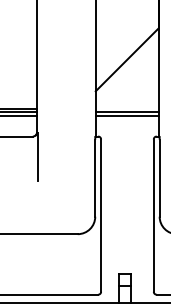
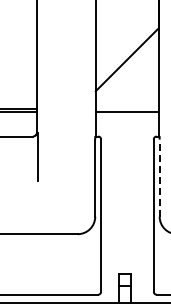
line at (19, 116): present -> none
line at (127, 116): present -> none
line at (159, 178): solid -> dashed
